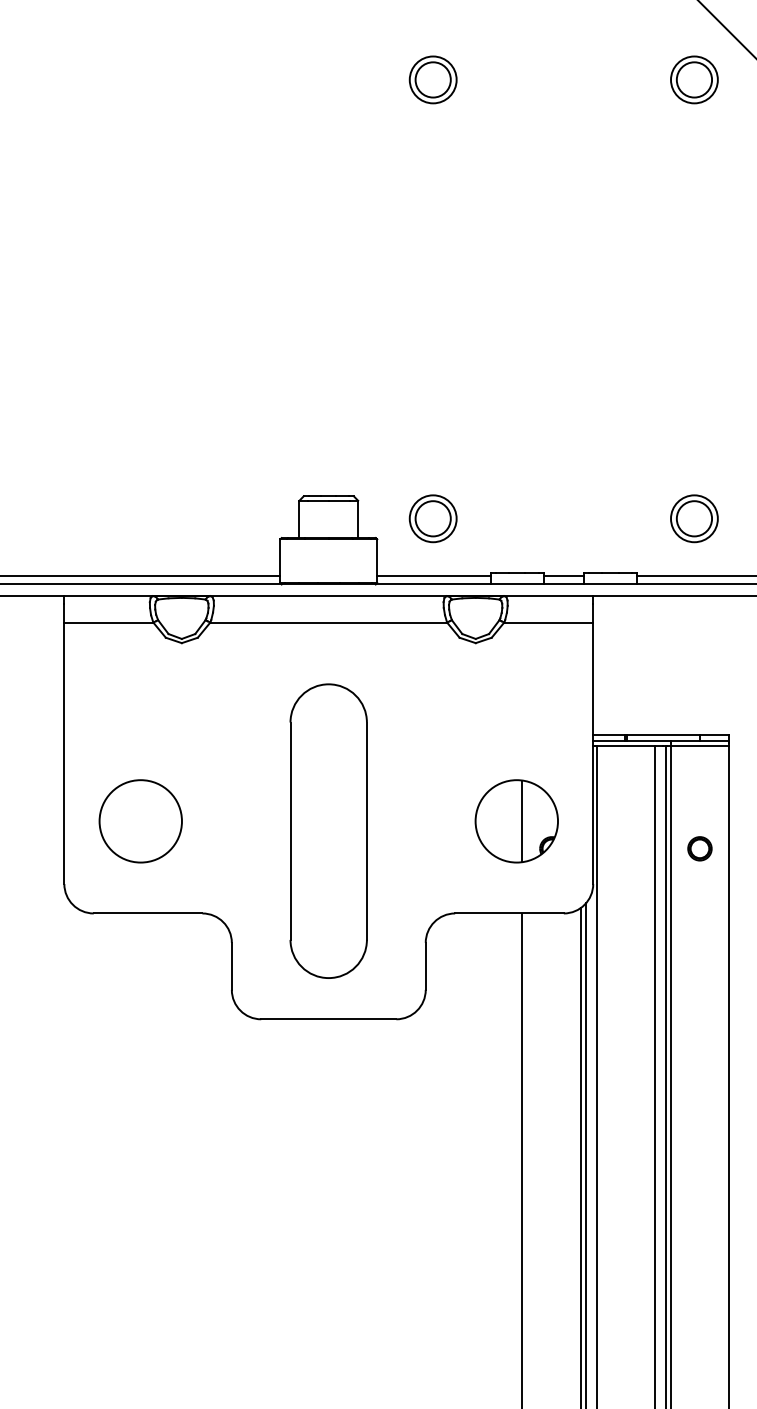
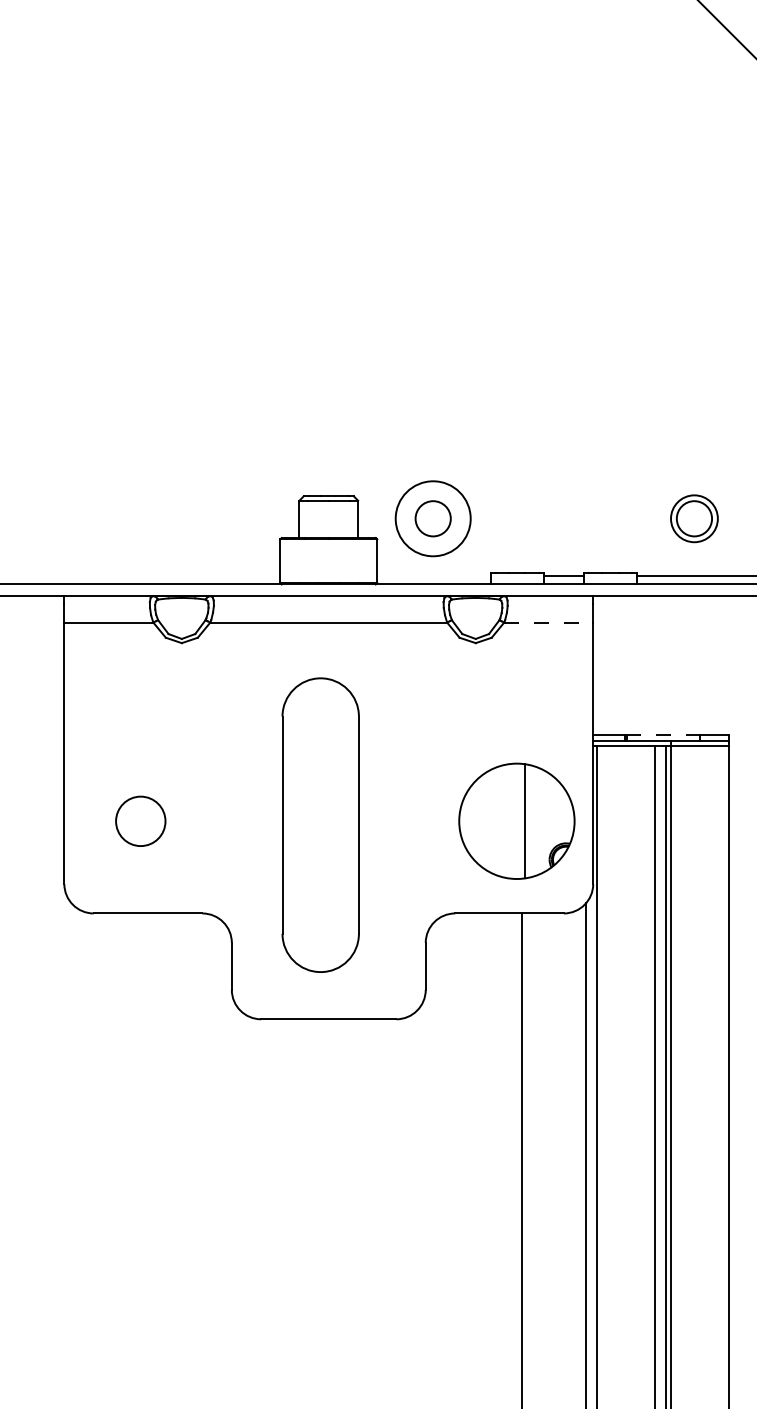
part at (432, 79): present -> none
part at (694, 79): present -> none
circle at (432, 518) diameter: 47 px -> 75 px
line at (141, 575): present -> none
line at (433, 575): present -> none
line at (549, 622): solid -> dashed
line at (663, 735): solid -> dashed
circle at (140, 821) diameter: 82 px -> 49 px
part at (516, 821) size: 85x85 px -> 118x118 px
part at (328, 830) position: (328, 830) -> (320, 824)
part at (699, 848): present -> none
line at (581, 1156): present -> none
